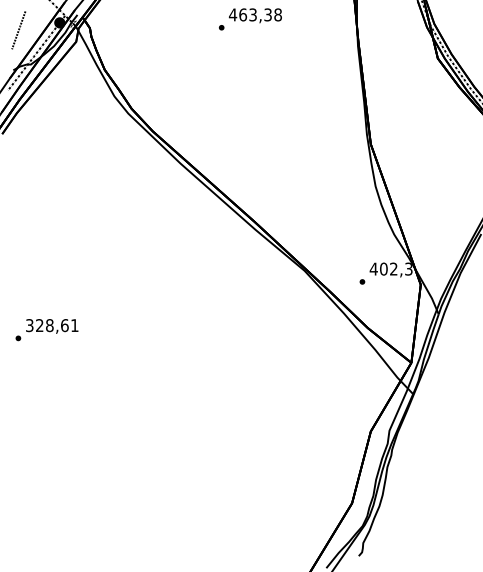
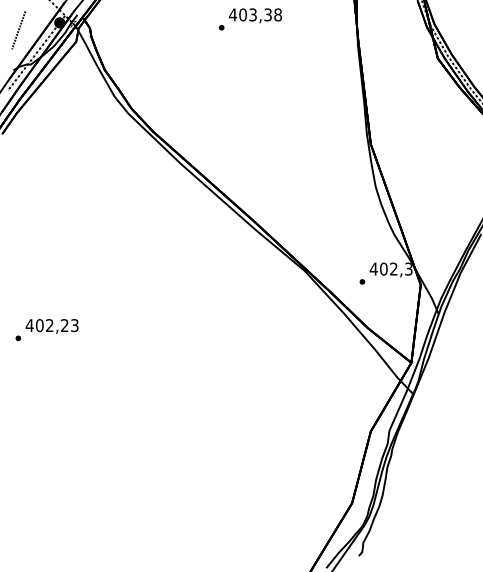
text at (243, 14): 463,38 -> 403,38
text at (51, 325): 328,61 -> 402,23
